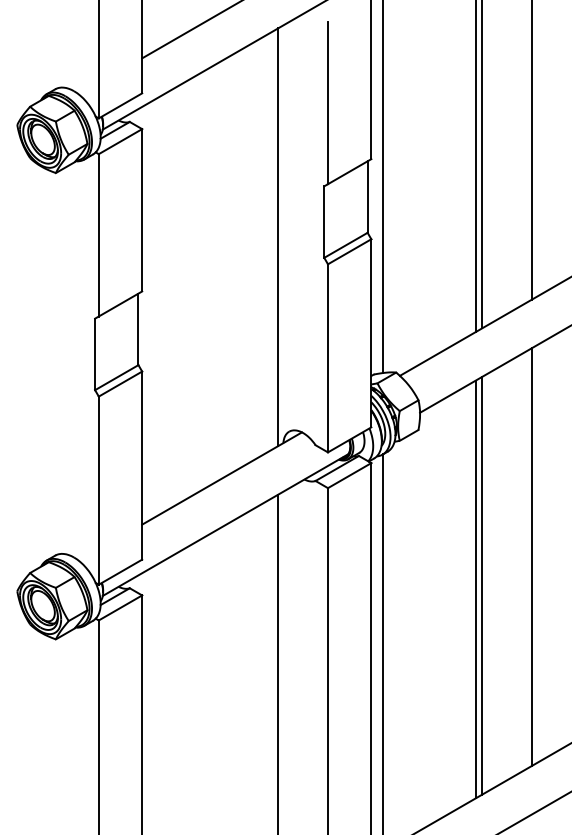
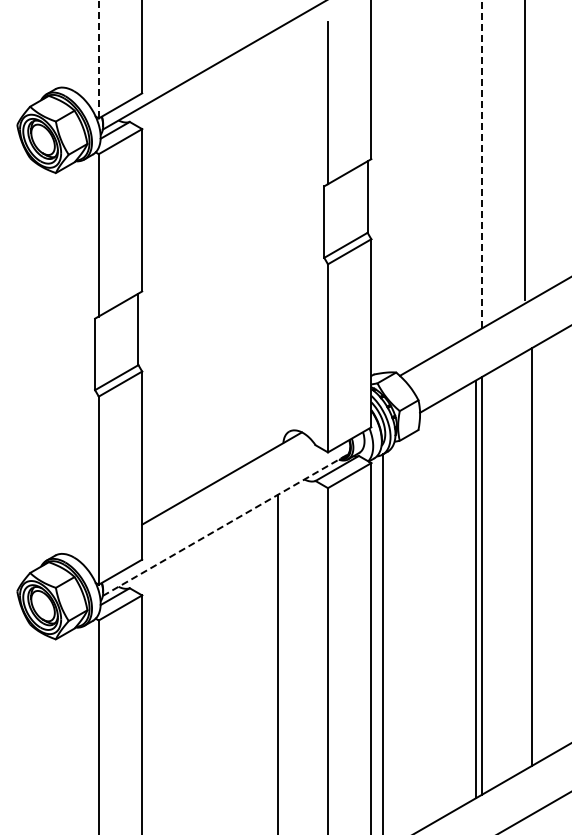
line at (190, 30): present -> none
line at (98, 59): solid -> dashed
line at (531, 150) position: (531, 150) -> (524, 150)
line at (482, 164): solid -> dashed
line at (475, 167): present -> none
line at (383, 187): present -> none
line at (278, 236): present -> none
line at (225, 525): solid -> dashed
